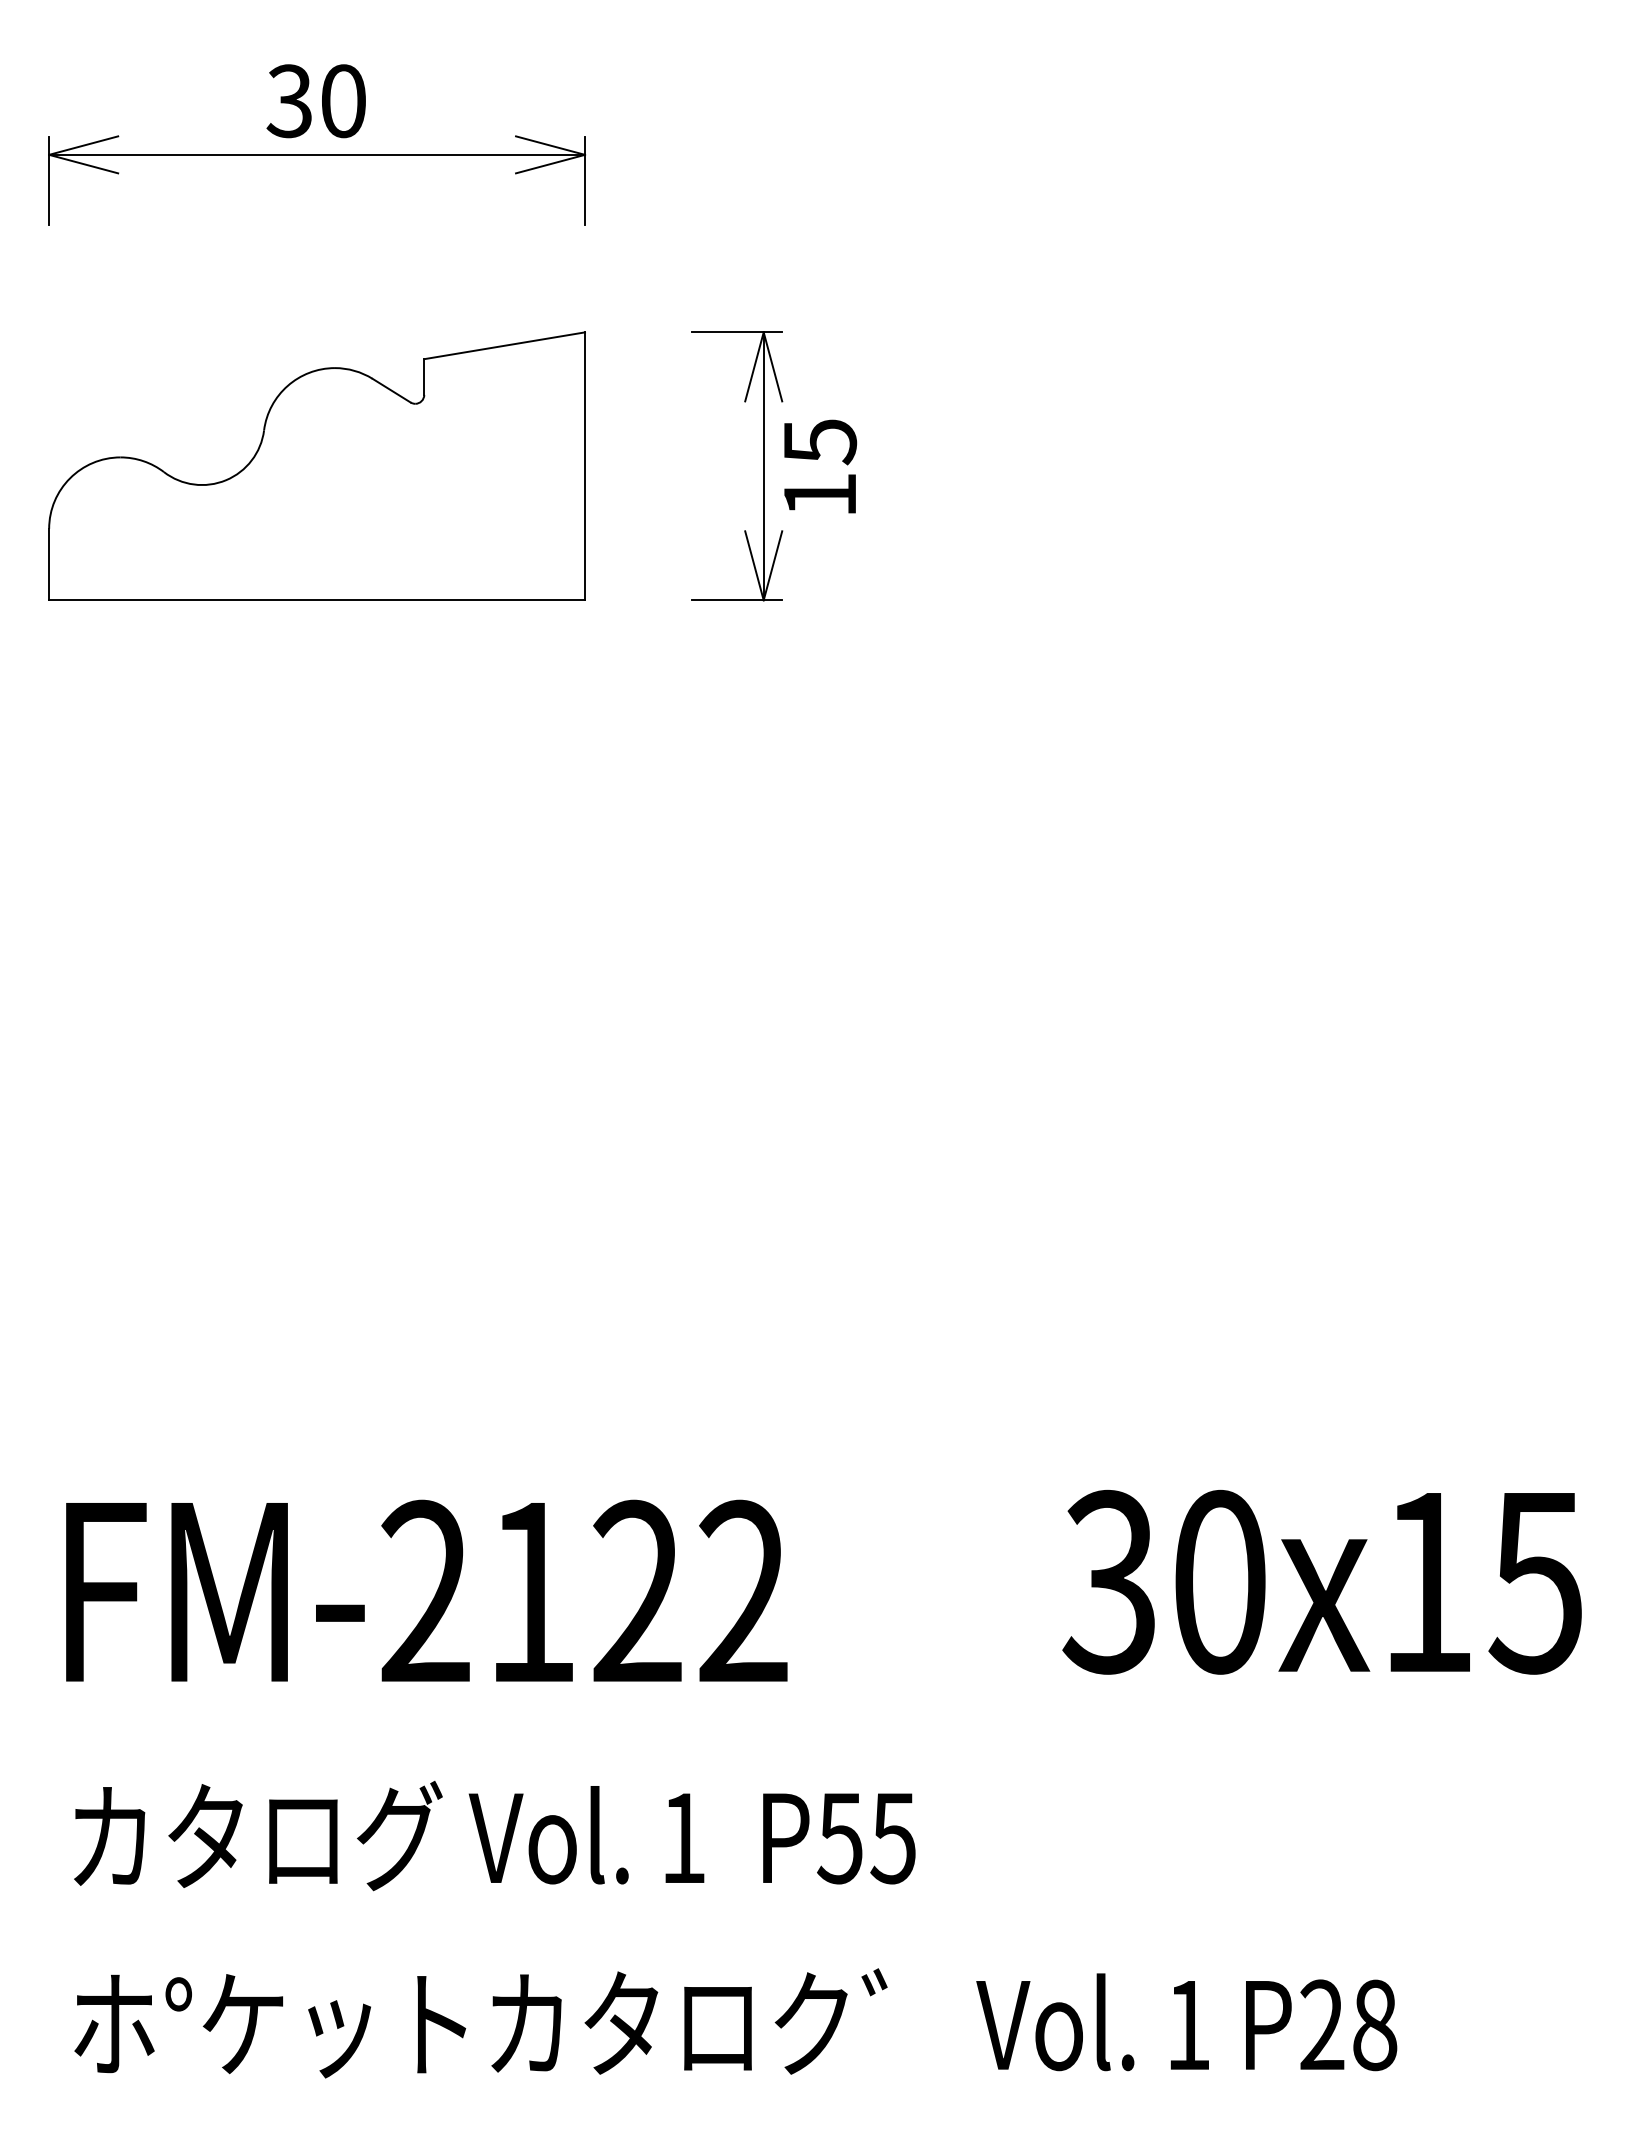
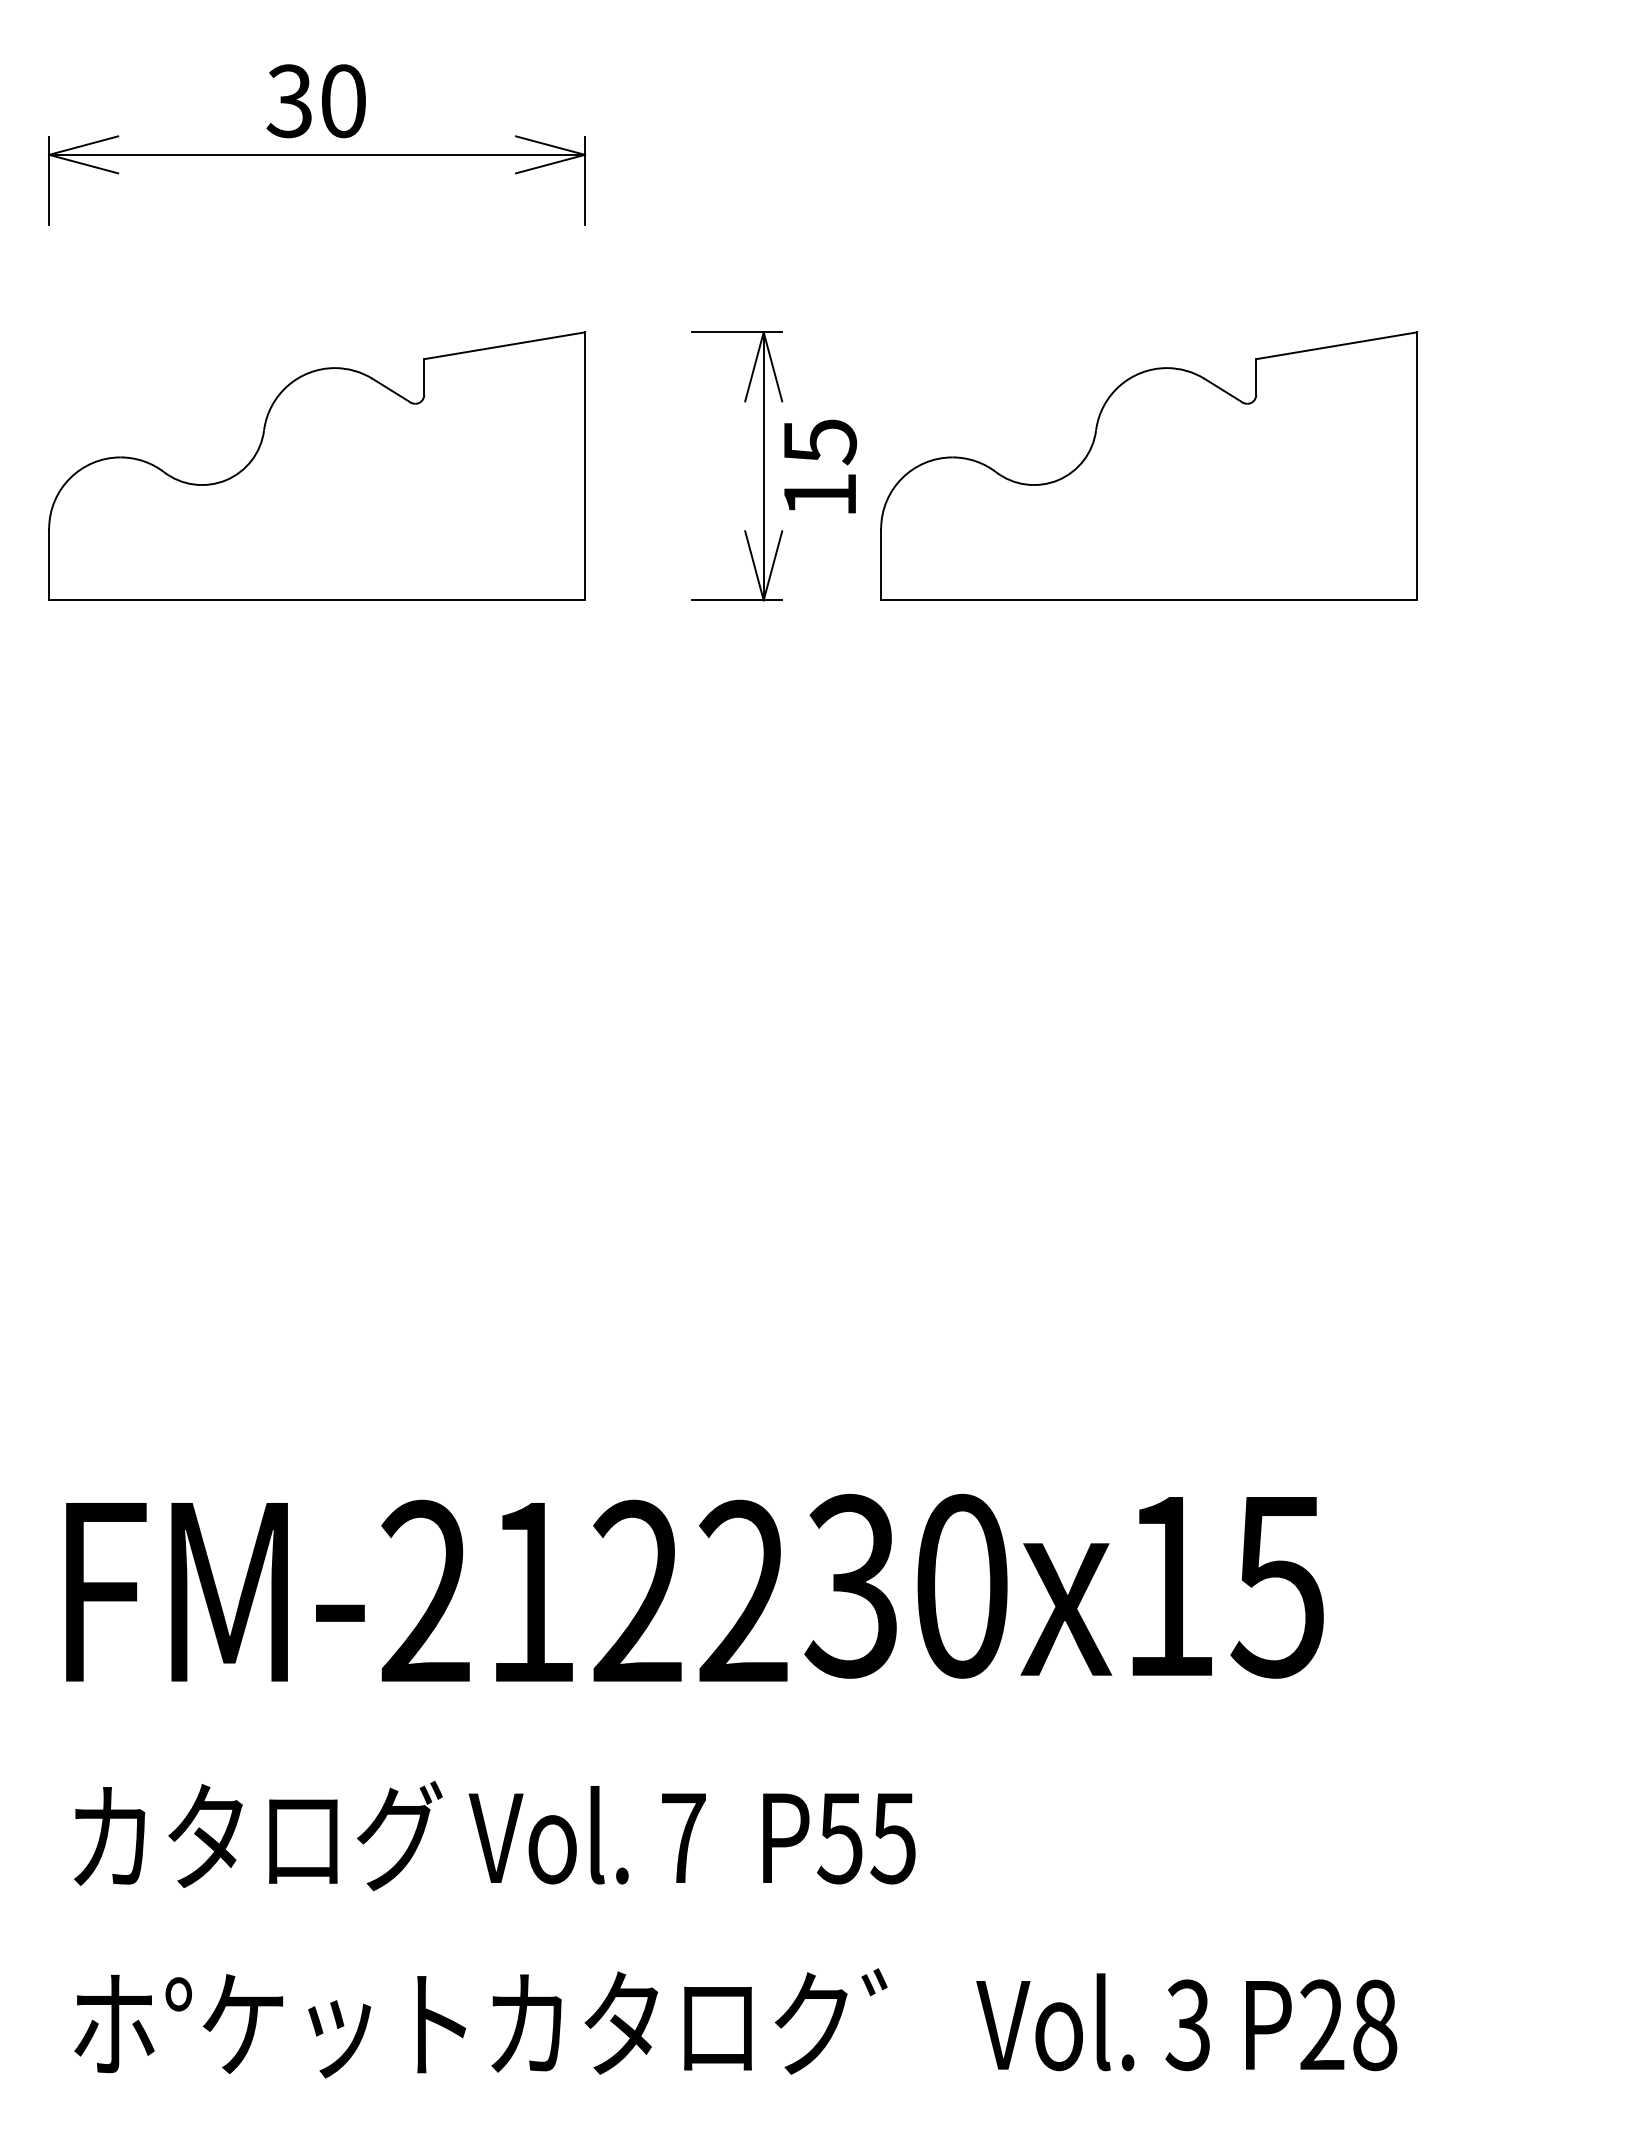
part at (1148, 465): none -> present
text at (1321, 1582) position: (1321, 1582) -> (1063, 1586)
text at (683, 1837): 1 -> 7
text at (1187, 2025): 1 -> 3
